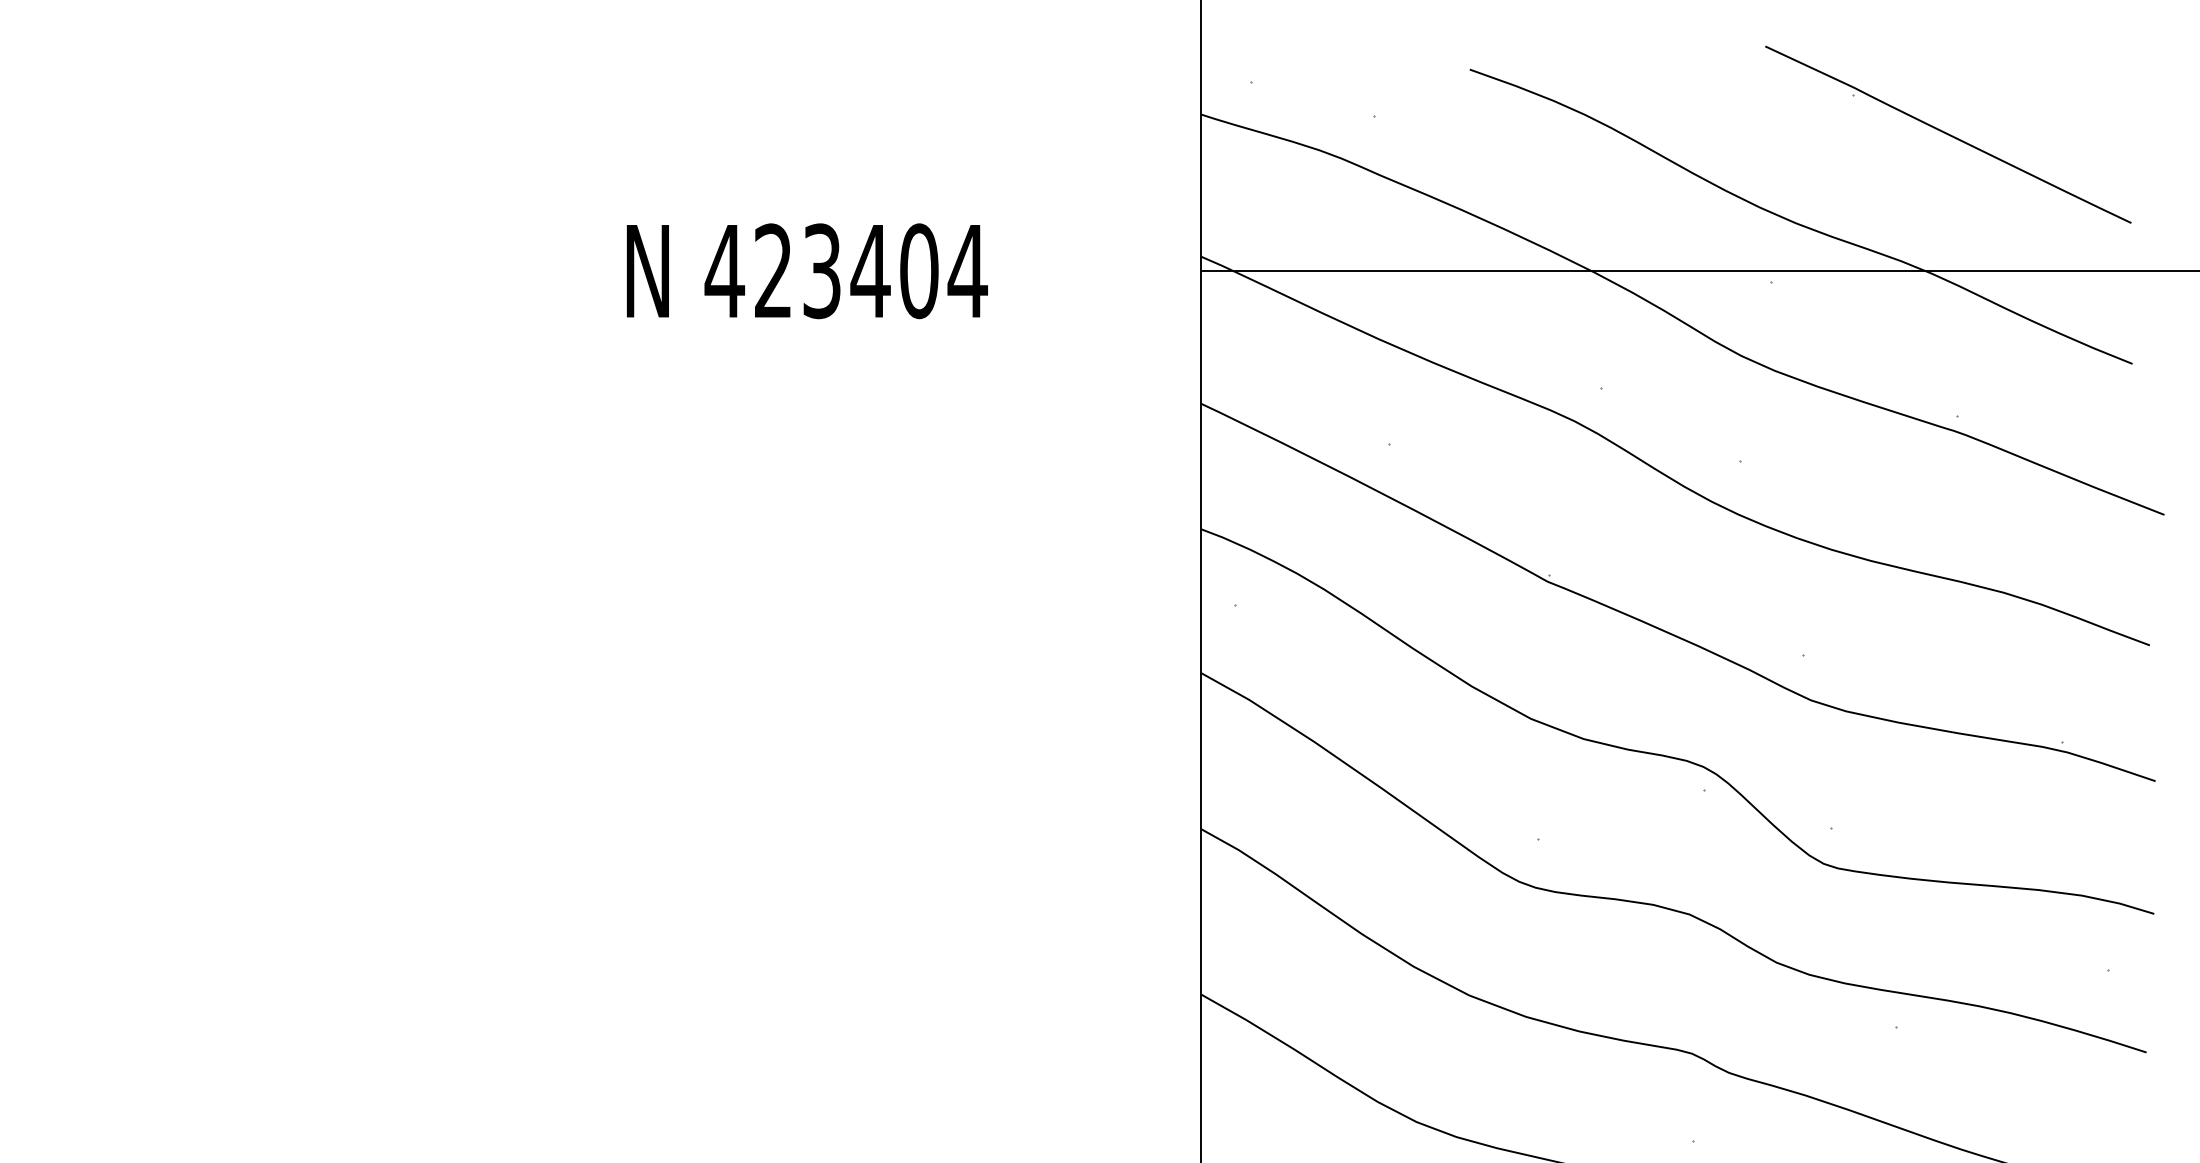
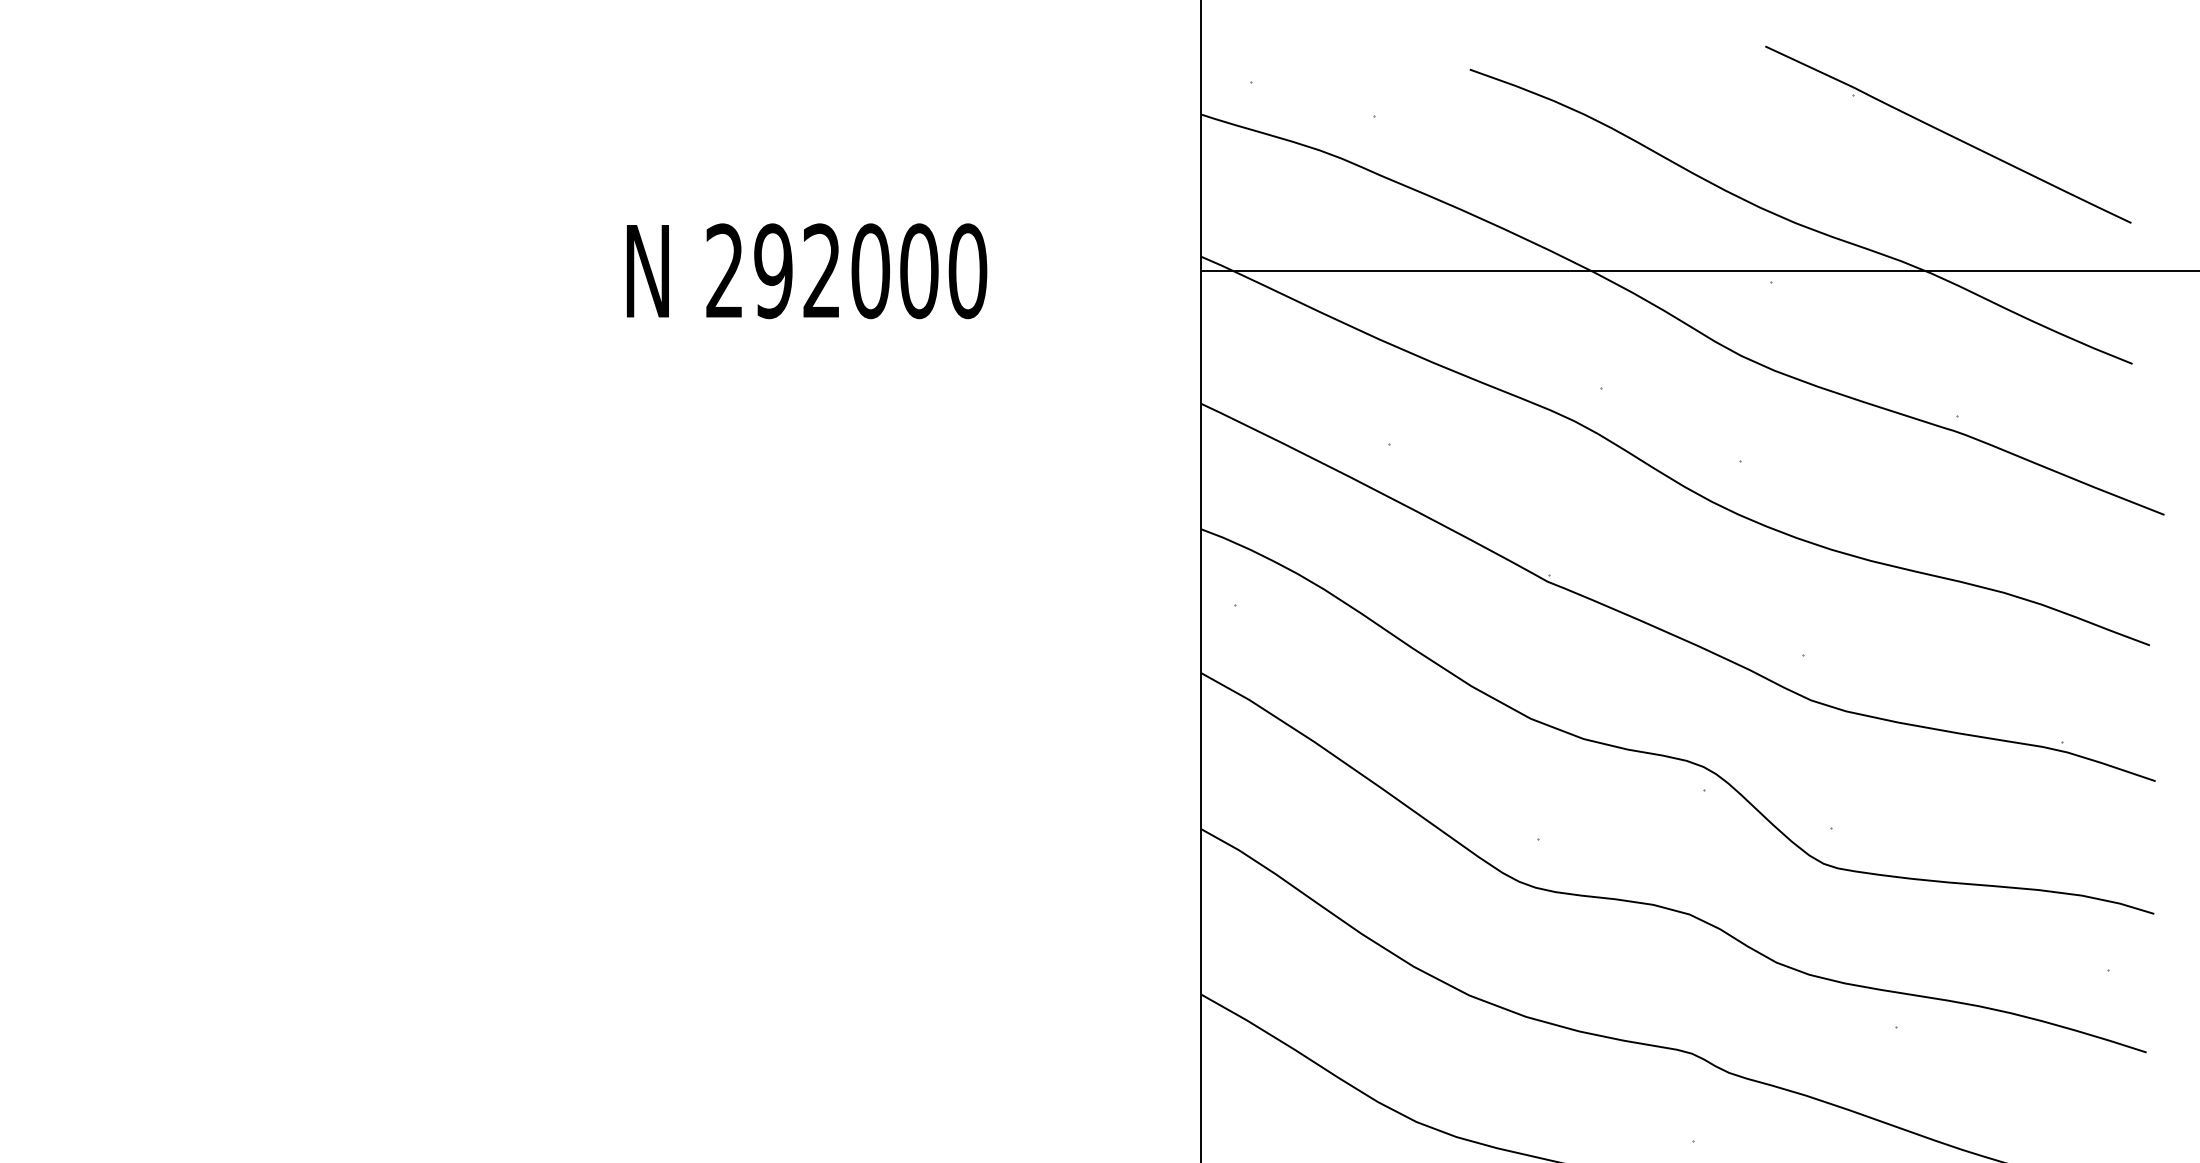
text at (845, 271): 423404 -> 292000
